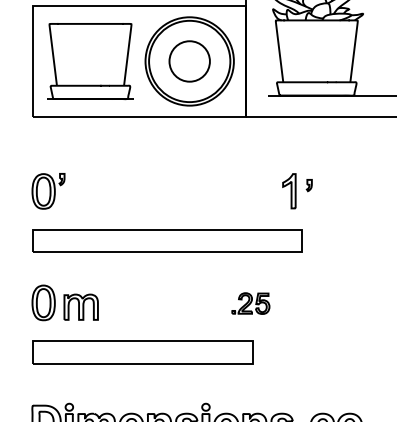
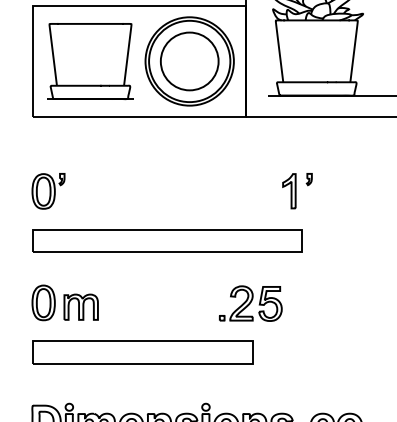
circle at (189, 61) diameter: 40 px -> 58 px
part at (308, 185) position: (308, 185) -> (308, 179)
part at (250, 303) size: 40x23 px -> 64x37 px
